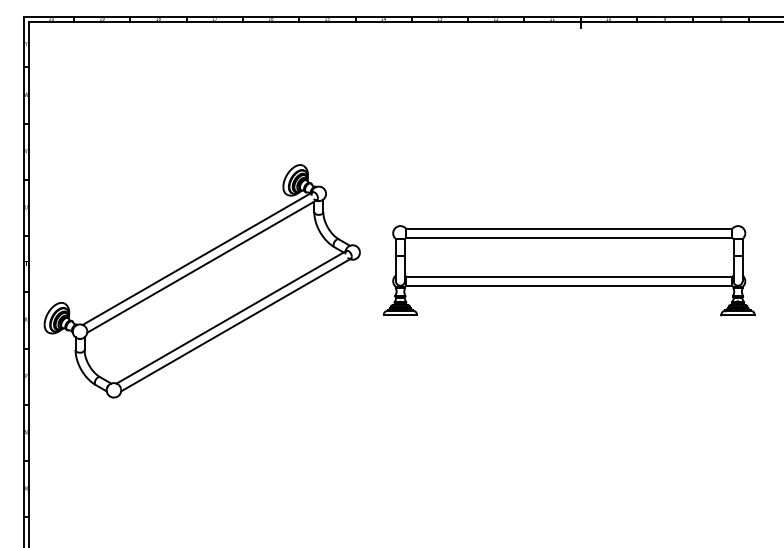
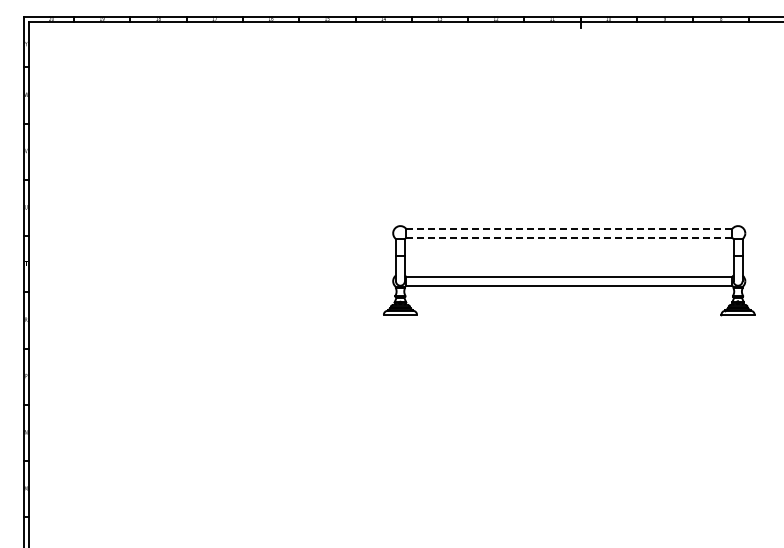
line at (568, 228): solid -> dashed
line at (569, 237): solid -> dashed
part at (201, 281): present -> none
